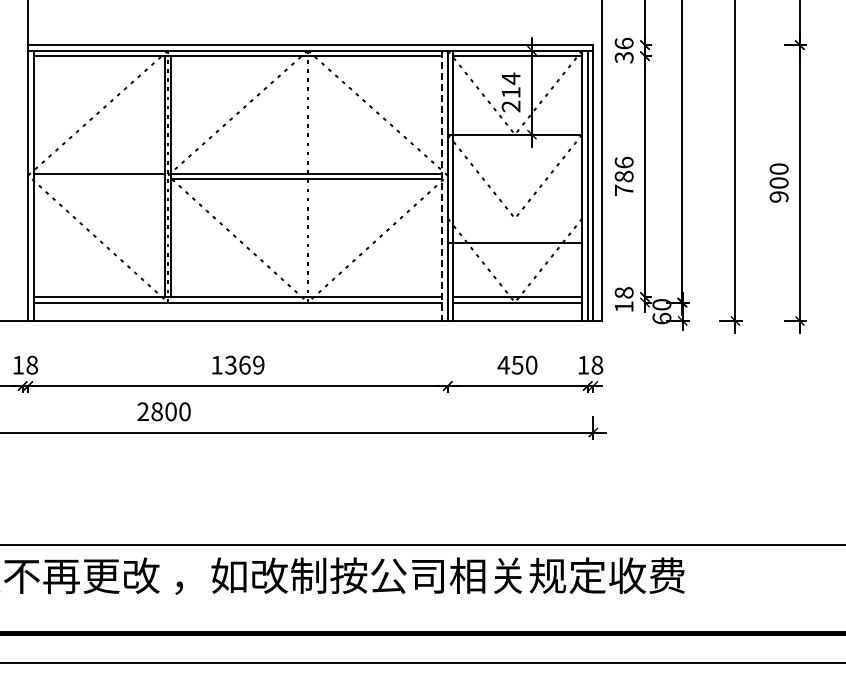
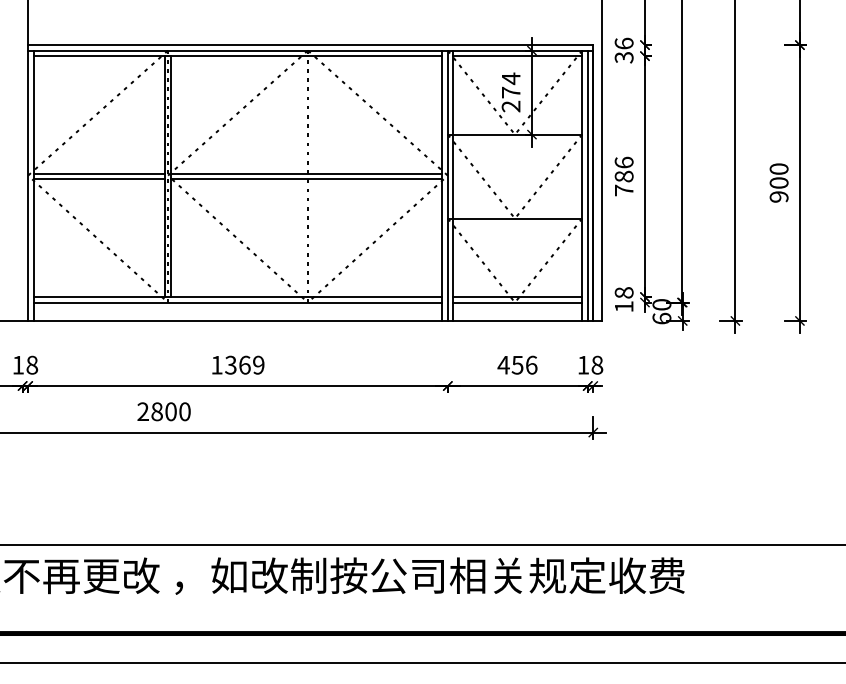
text at (511, 92): 214 -> 274
line at (99, 179): none -> present
line at (442, 186): dashed -> solid
line at (514, 242) position: (514, 242) -> (514, 218)
text at (531, 364): 450 -> 456
